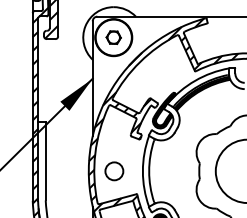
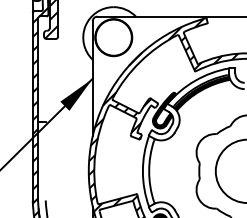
part at (113, 37): present -> none
line at (45, 160): present -> none
circle at (114, 171): present -> none
